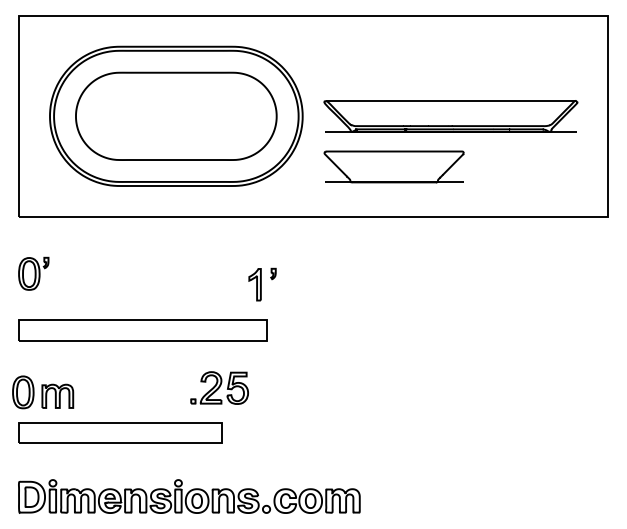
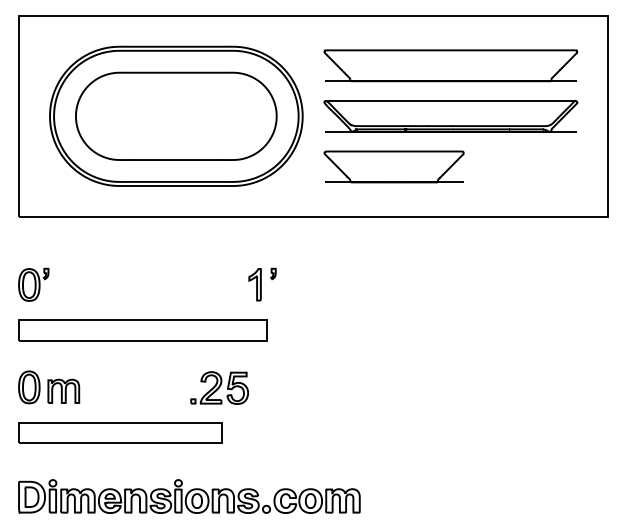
part at (450, 65): none -> present
part at (33, 273) position: (33, 273) -> (33, 284)
part at (43, 392) position: (43, 392) -> (49, 387)
